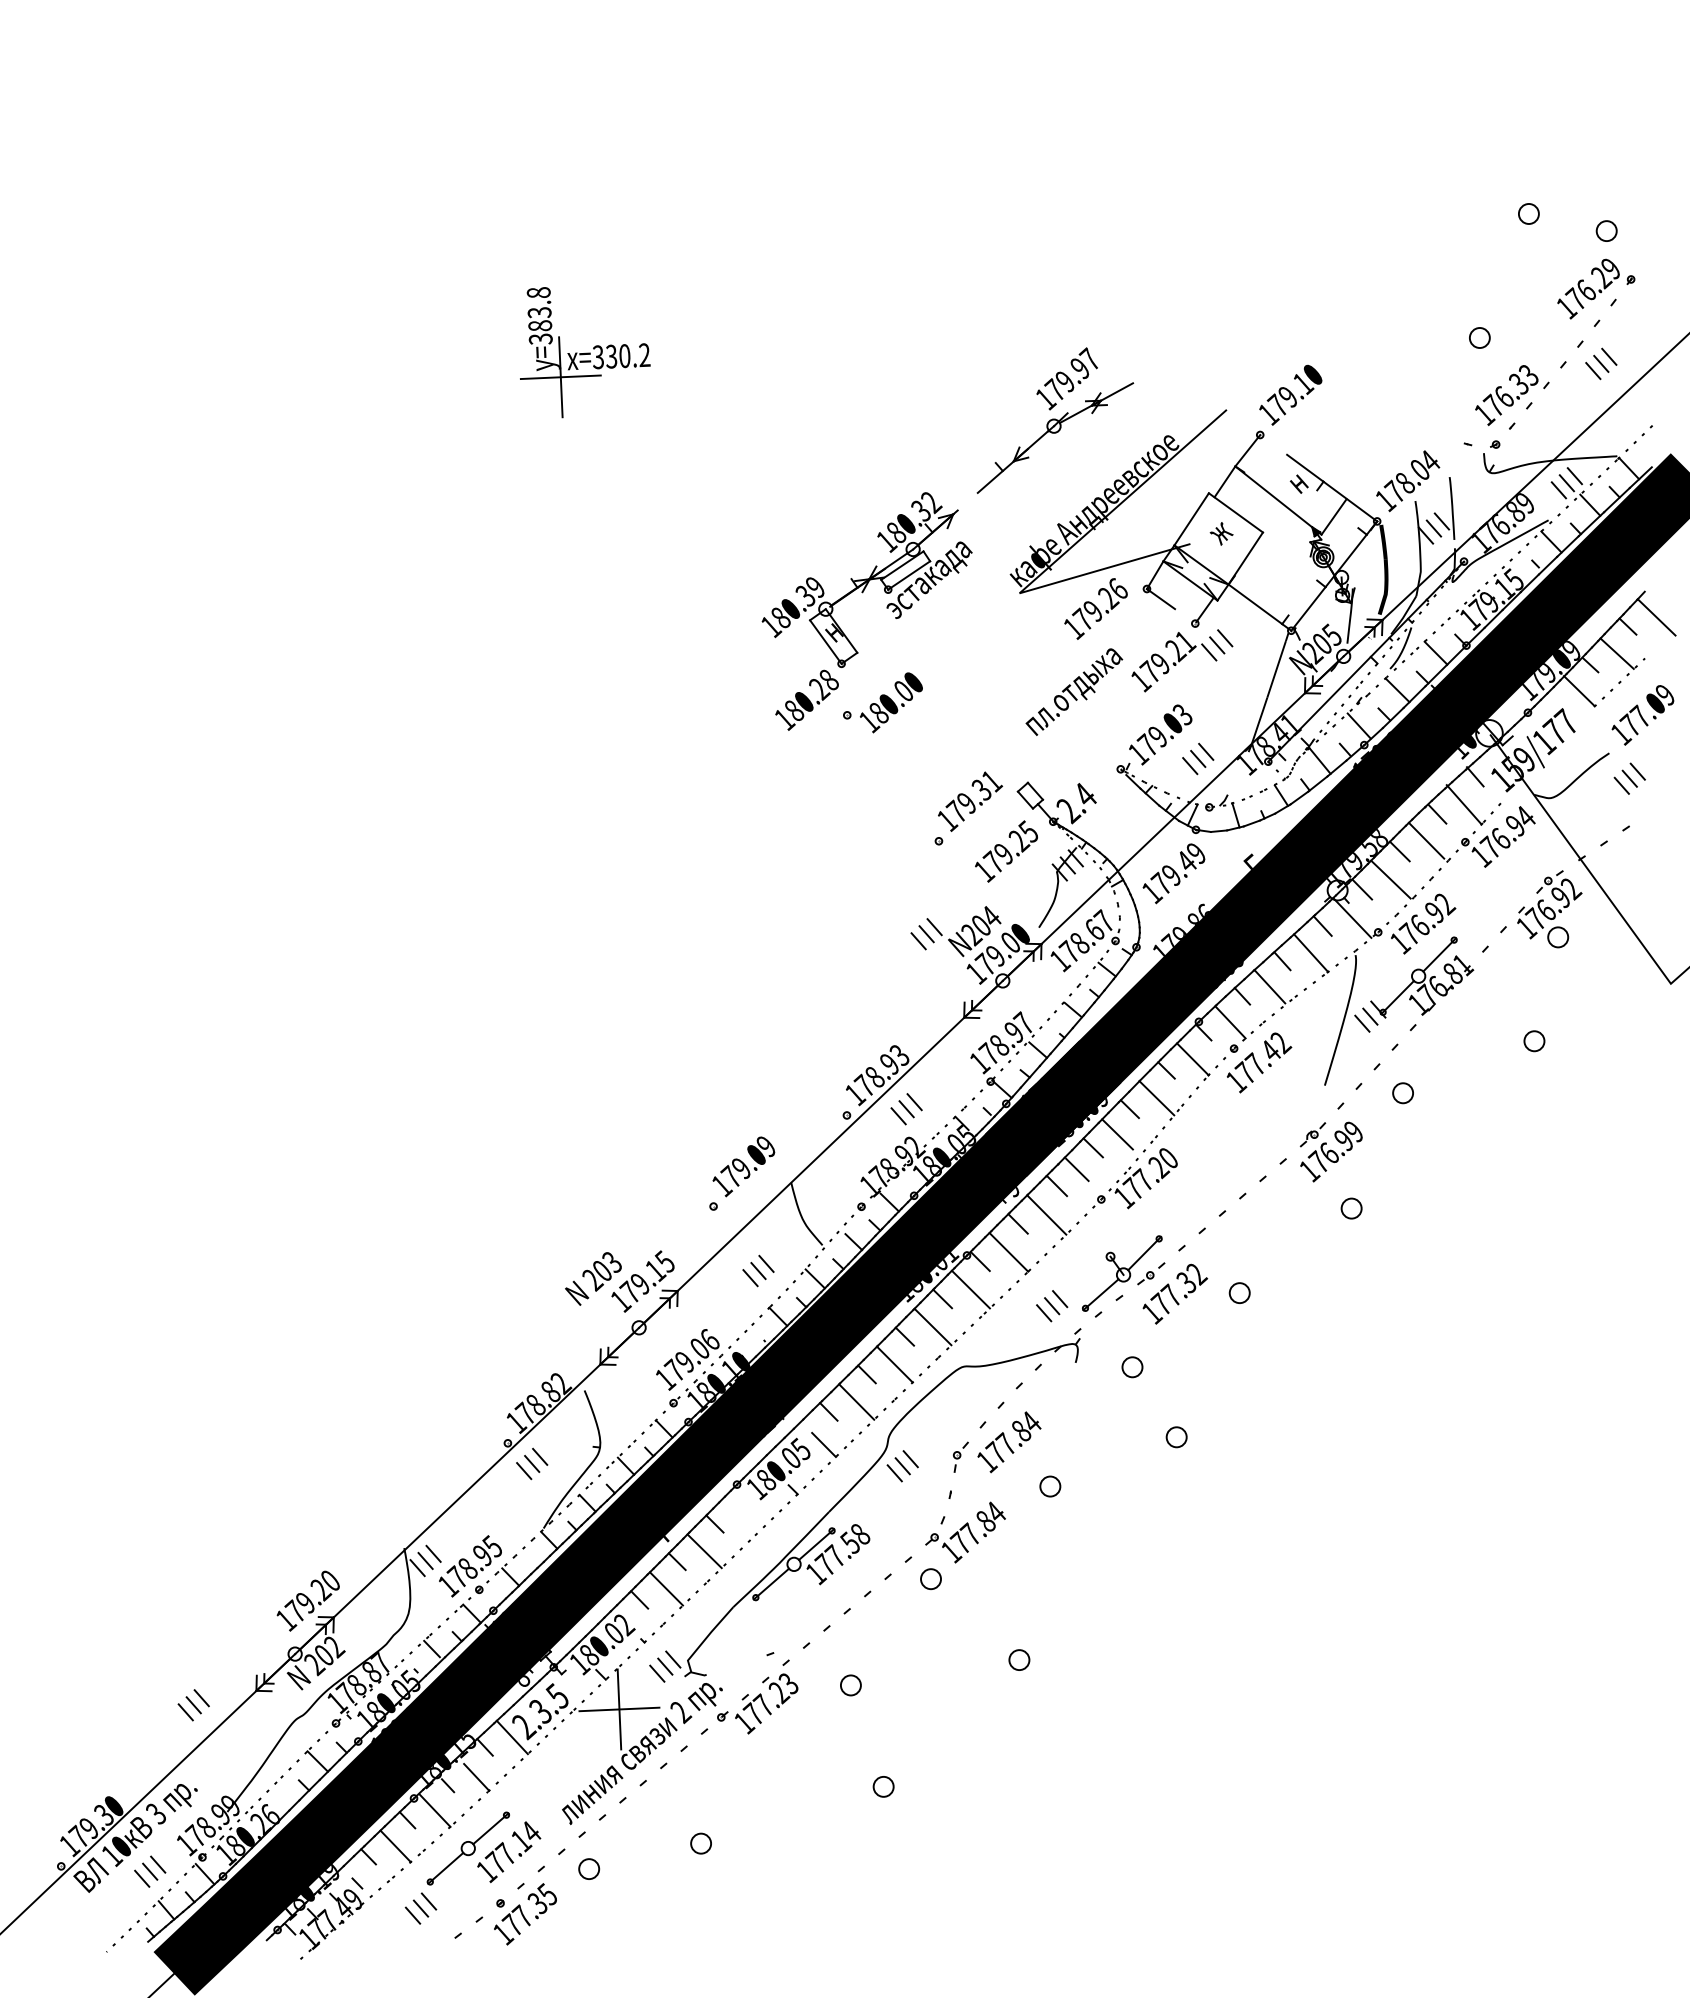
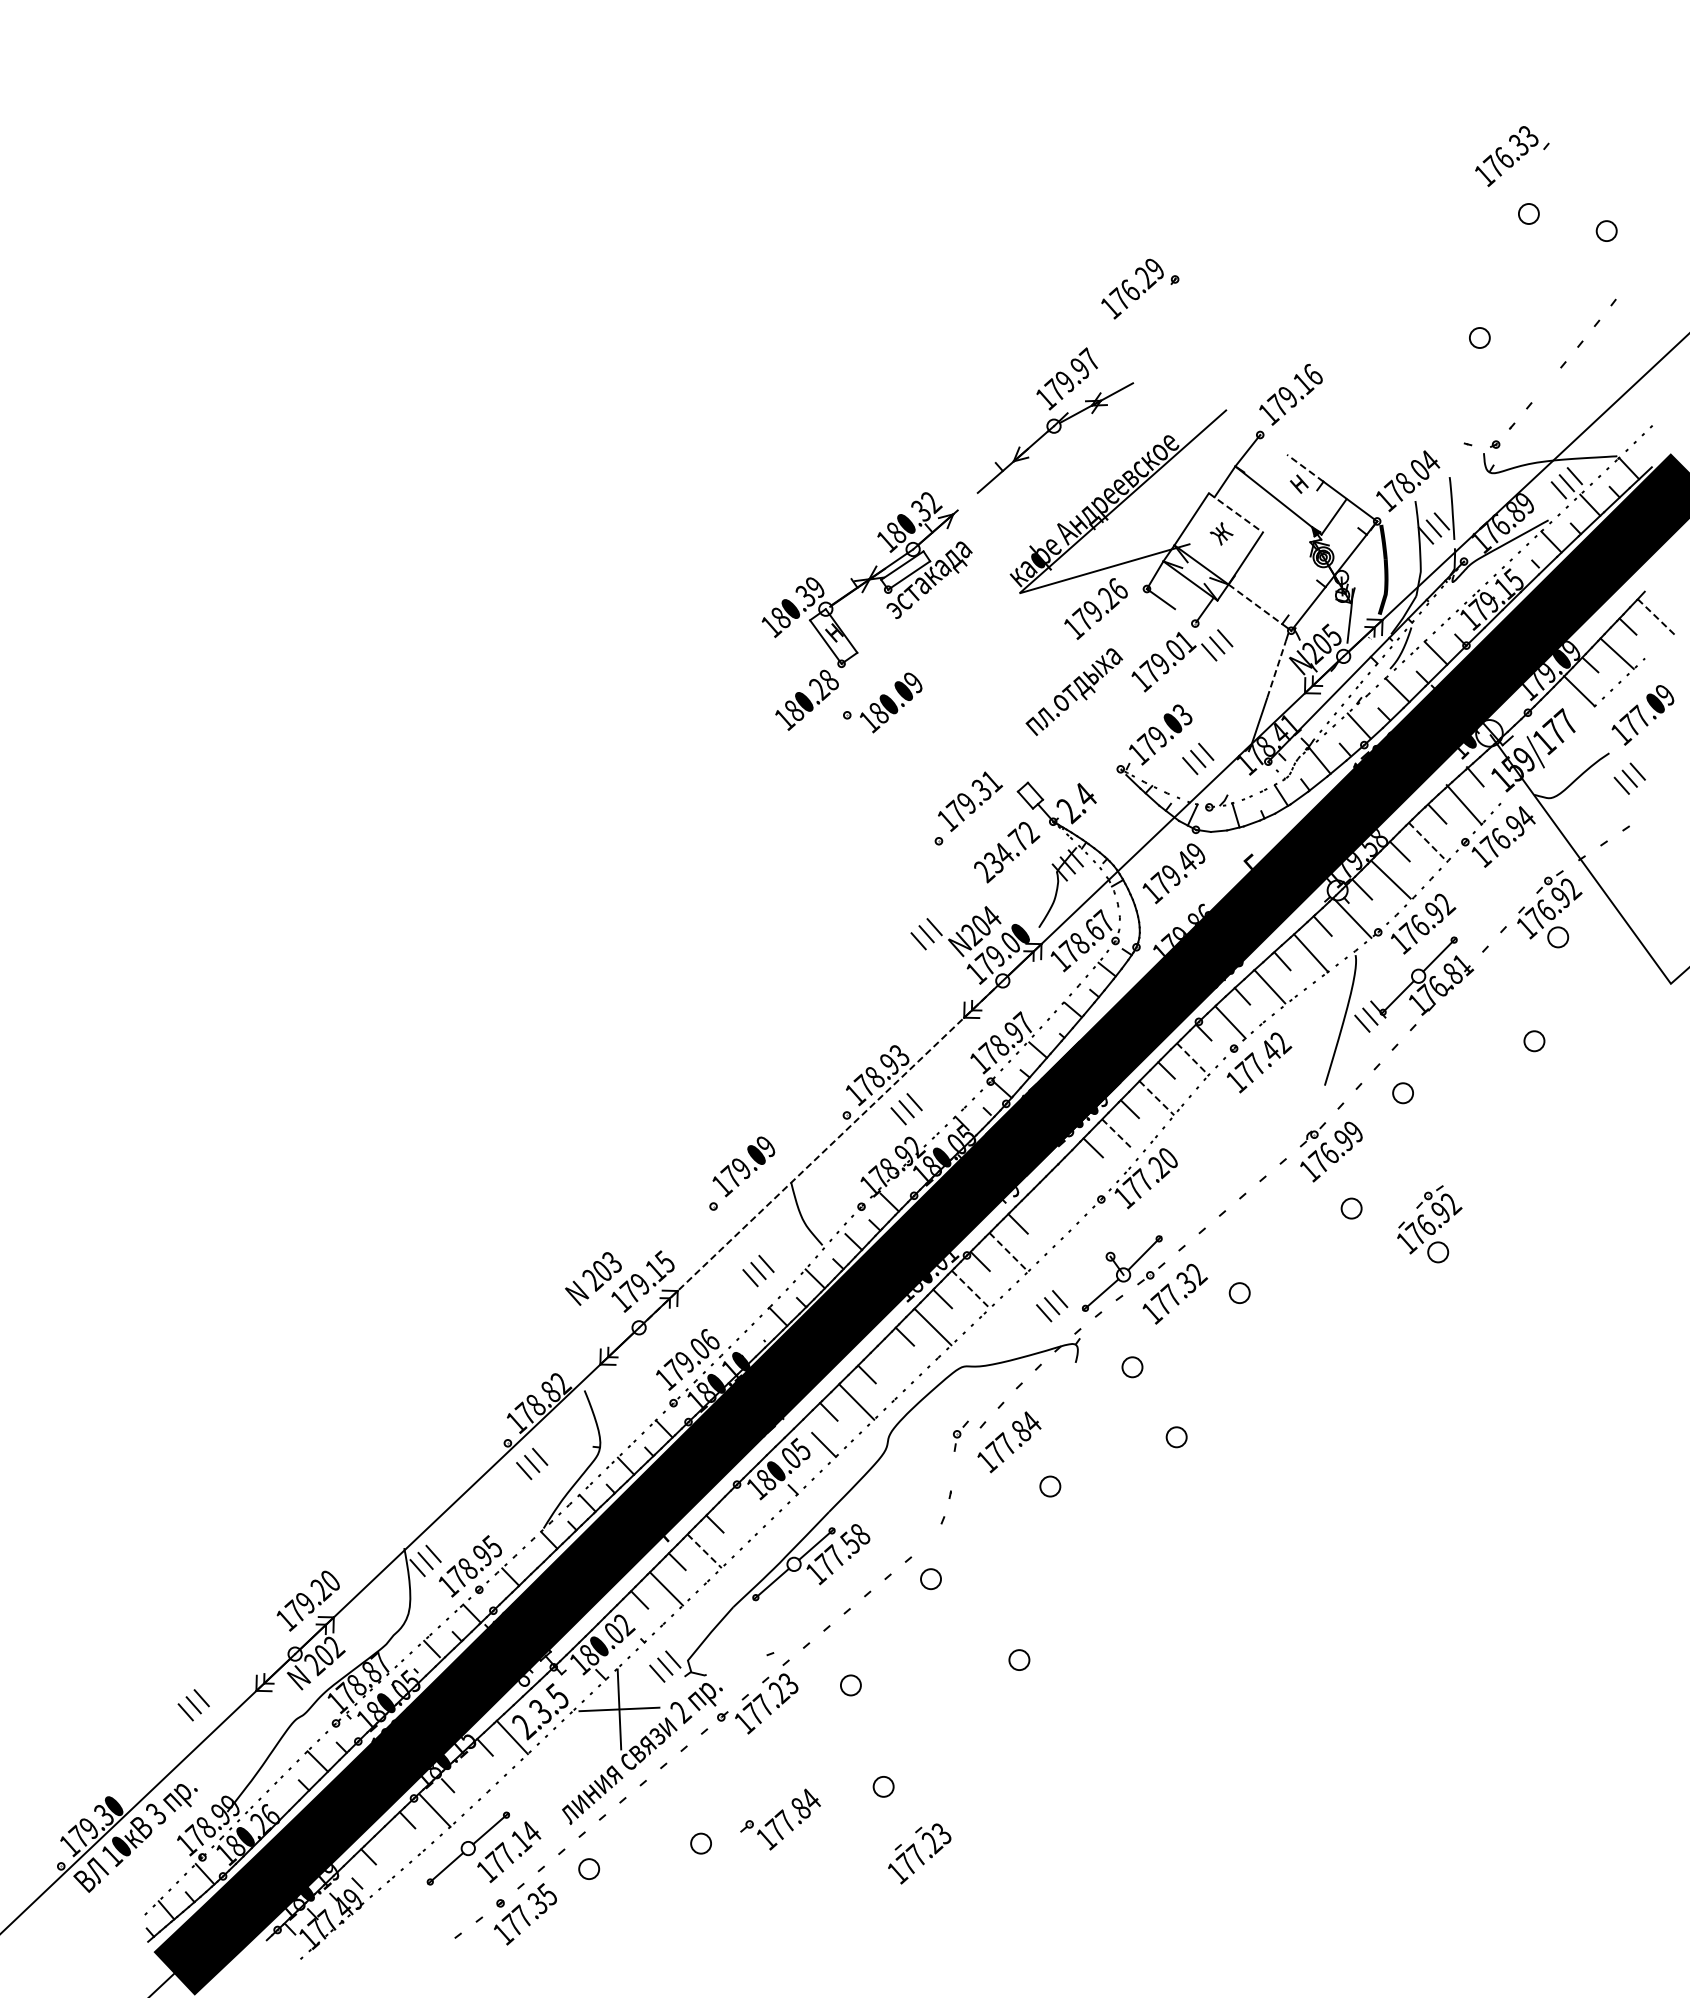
part at (1596, 288) position: (1596, 288) -> (1140, 288)
part at (585, 352): present -> none
part at (1601, 363): present -> none
text at (1312, 373): 179.10 -> 179.16
part at (1512, 395) position: (1512, 395) -> (1512, 156)
line at (1305, 468): solid -> dashed
line at (1236, 513): solid -> dashed
line at (1255, 604): solid -> dashed
line at (1657, 617): solid -> dashed
text at (1176, 651): 179.21 -> 179.01
line at (1276, 669): solid -> dashed
text at (909, 685): 180.00 -> 180.09
line at (1426, 841): solid -> dashed
text at (1007, 851): 179.25 -> 234.72
line at (1193, 1059): solid -> dashed
line at (1157, 1098): solid -> dashed
line at (1117, 1134): solid -> dashed
line at (821, 1154): solid -> dashed
line at (1077, 1169): present -> none
line at (1057, 1186): present -> none
line at (1046, 1214): present -> none
part at (1429, 1224): none -> present
line at (1009, 1252): solid -> dashed
line at (970, 1289): solid -> dashed
line at (894, 1364): present -> none
part at (960, 1456) position: (960, 1456) -> (960, 1435)
part at (902, 1466): present -> none
part at (965, 1532) position: (965, 1532) -> (780, 1819)
line at (704, 1551): solid -> dashed
line at (476, 1776): present -> none
line at (395, 1846): present -> none
part at (919, 1853): none -> present
part at (150, 1871): present -> none
part at (420, 1908): present -> none
part at (122, 1936): present -> none
